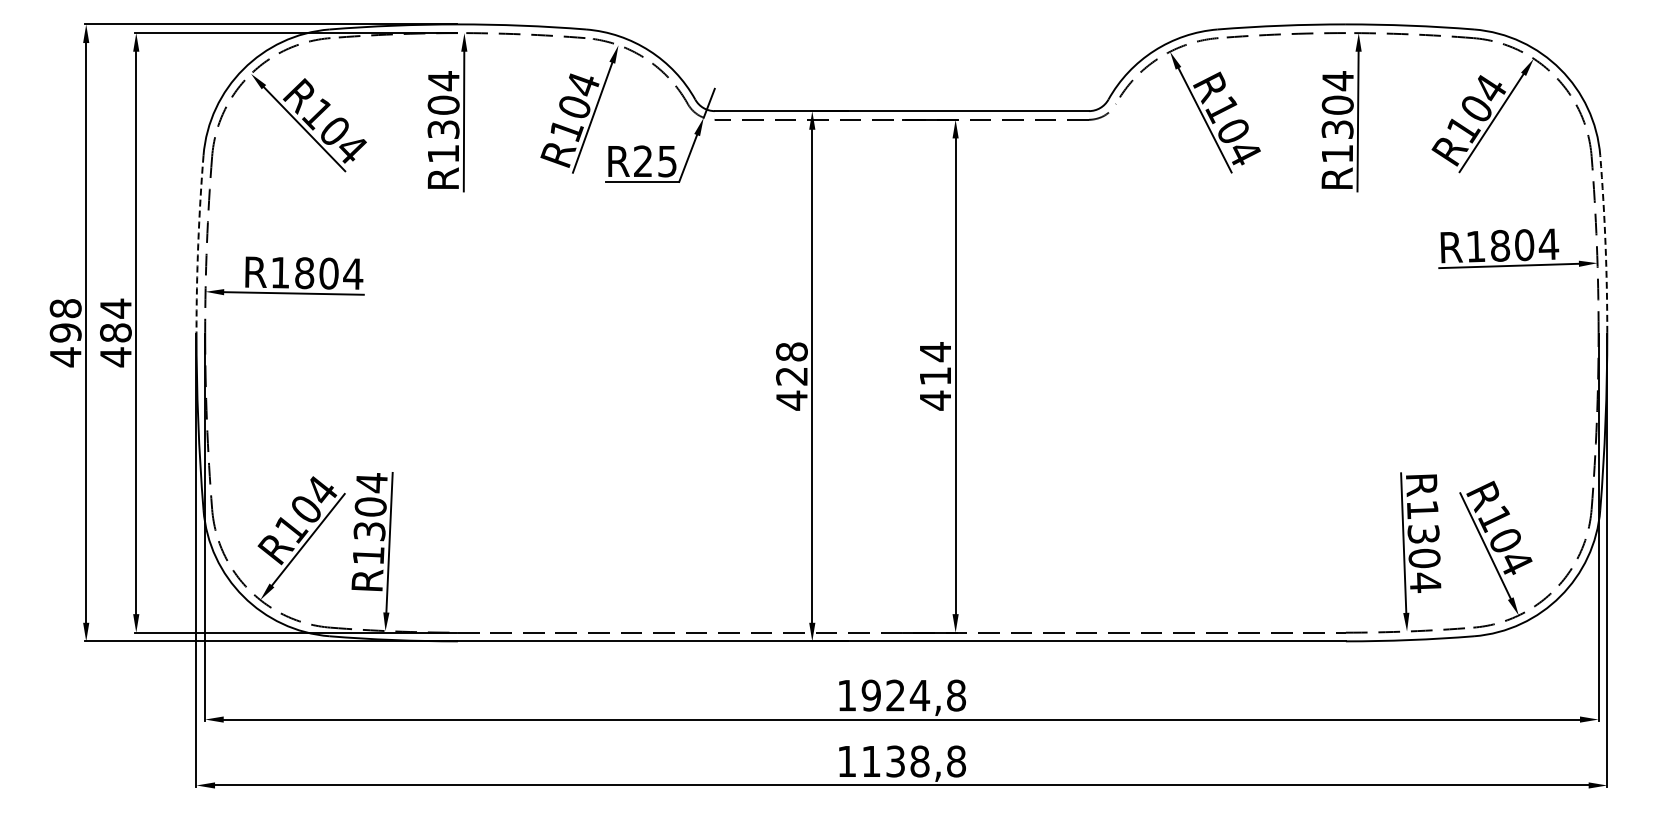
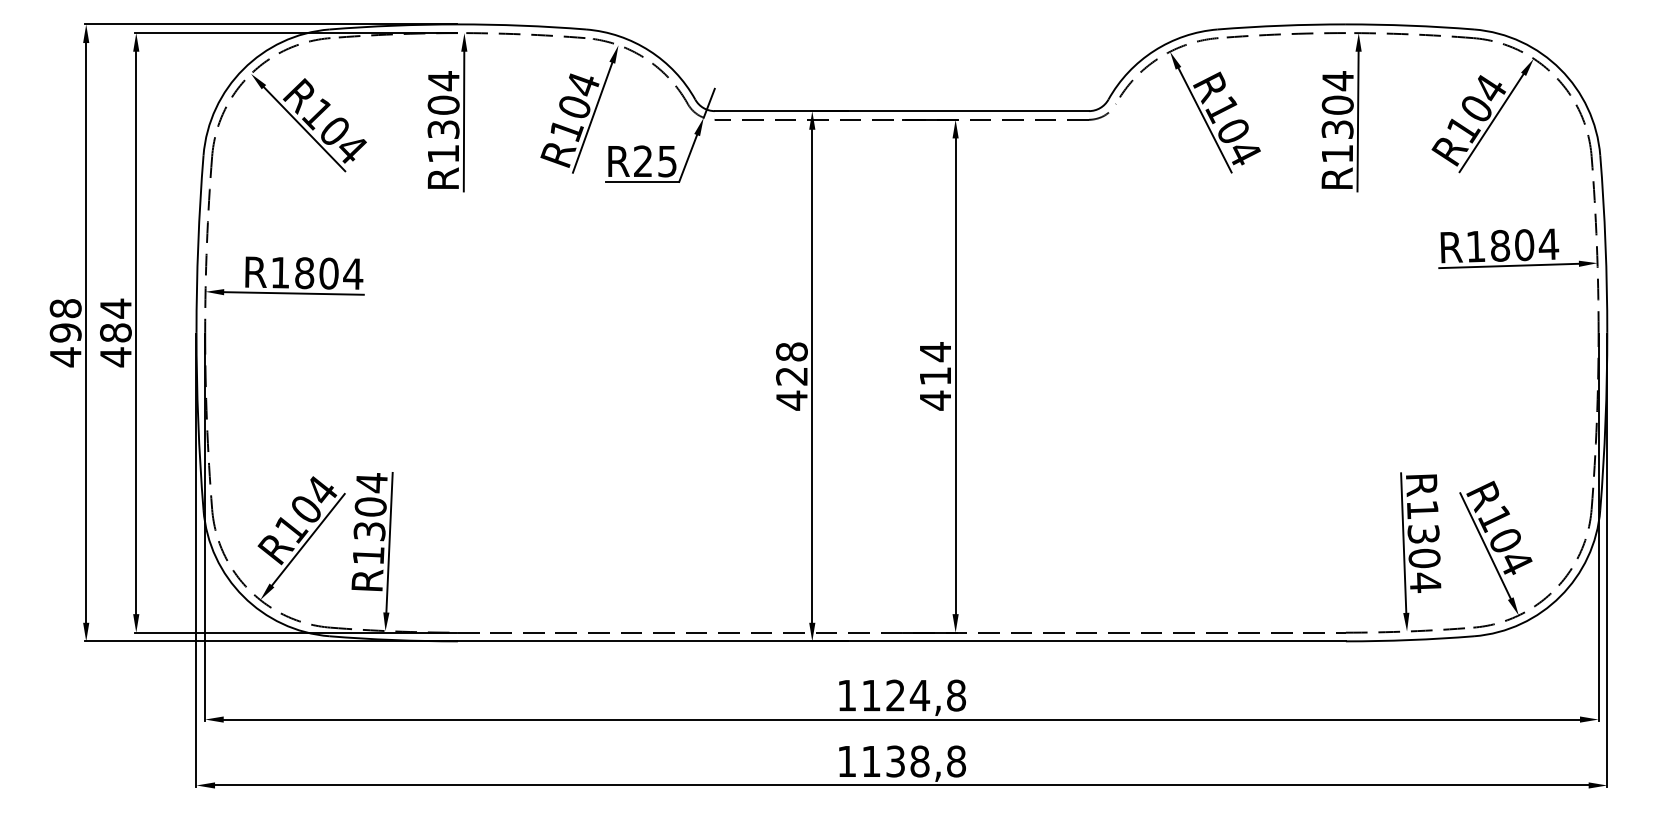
arc at (198, 244): dashed -> solid
arc at (1605, 244): dashed -> solid
text at (870, 695): 1924,8 -> 1124,8
